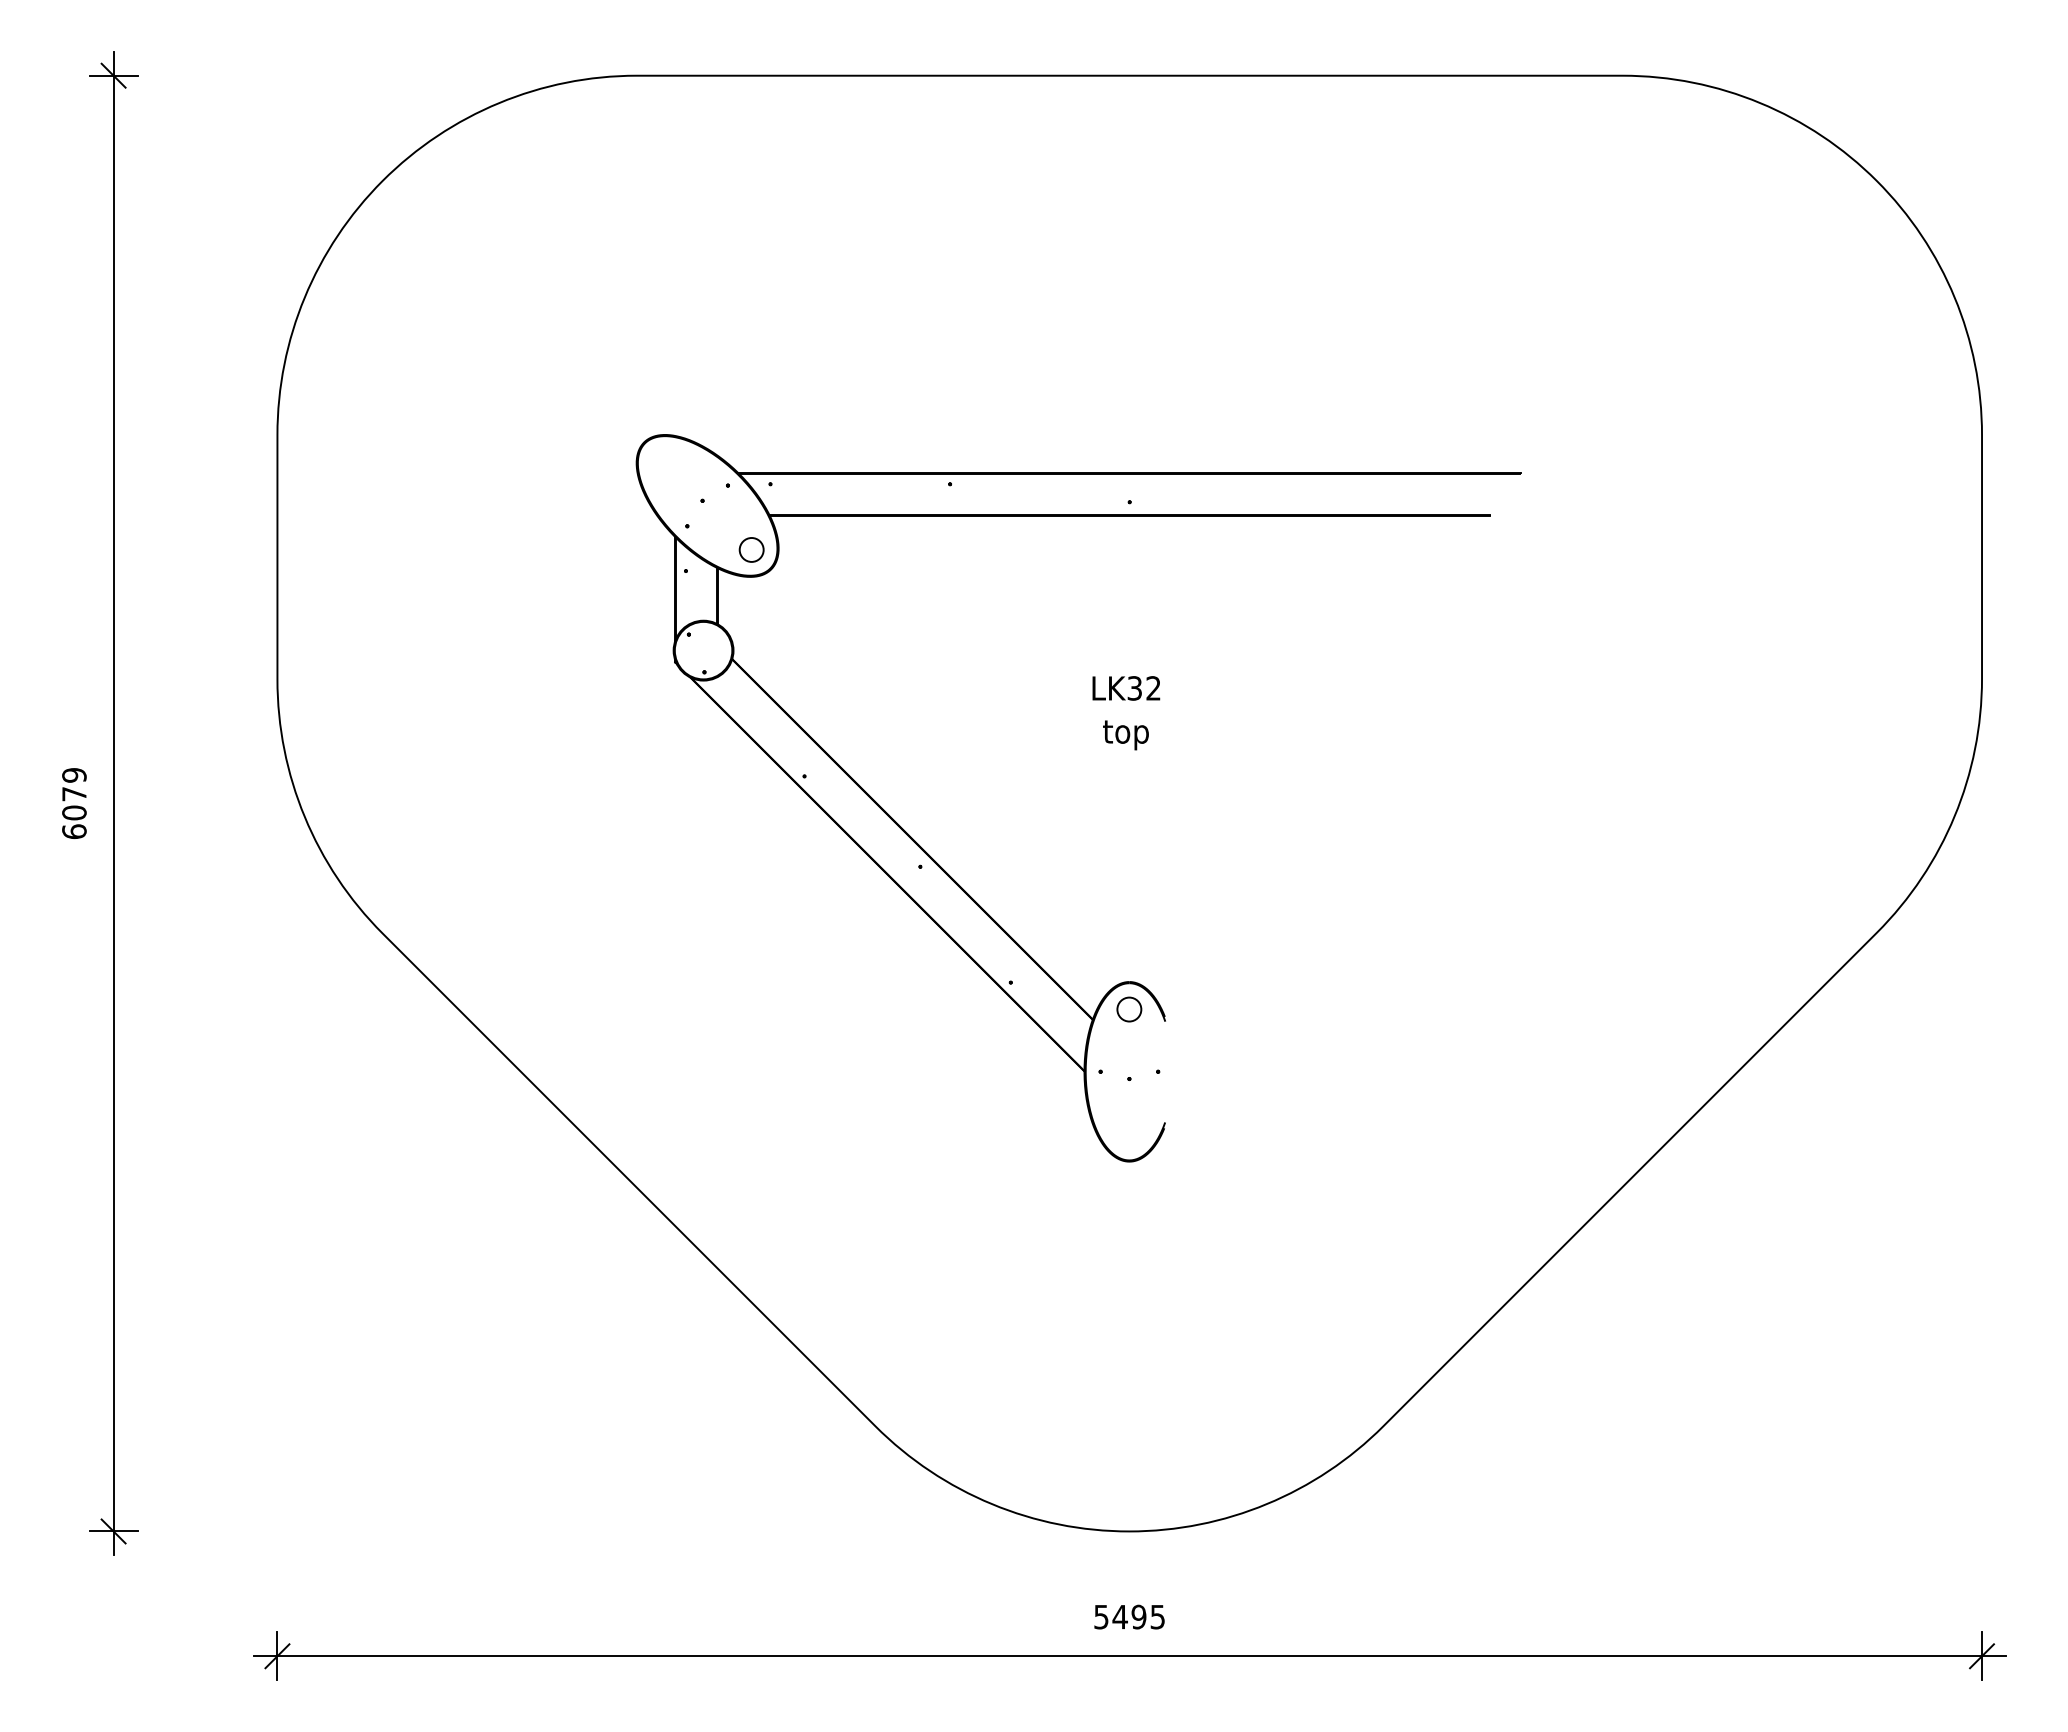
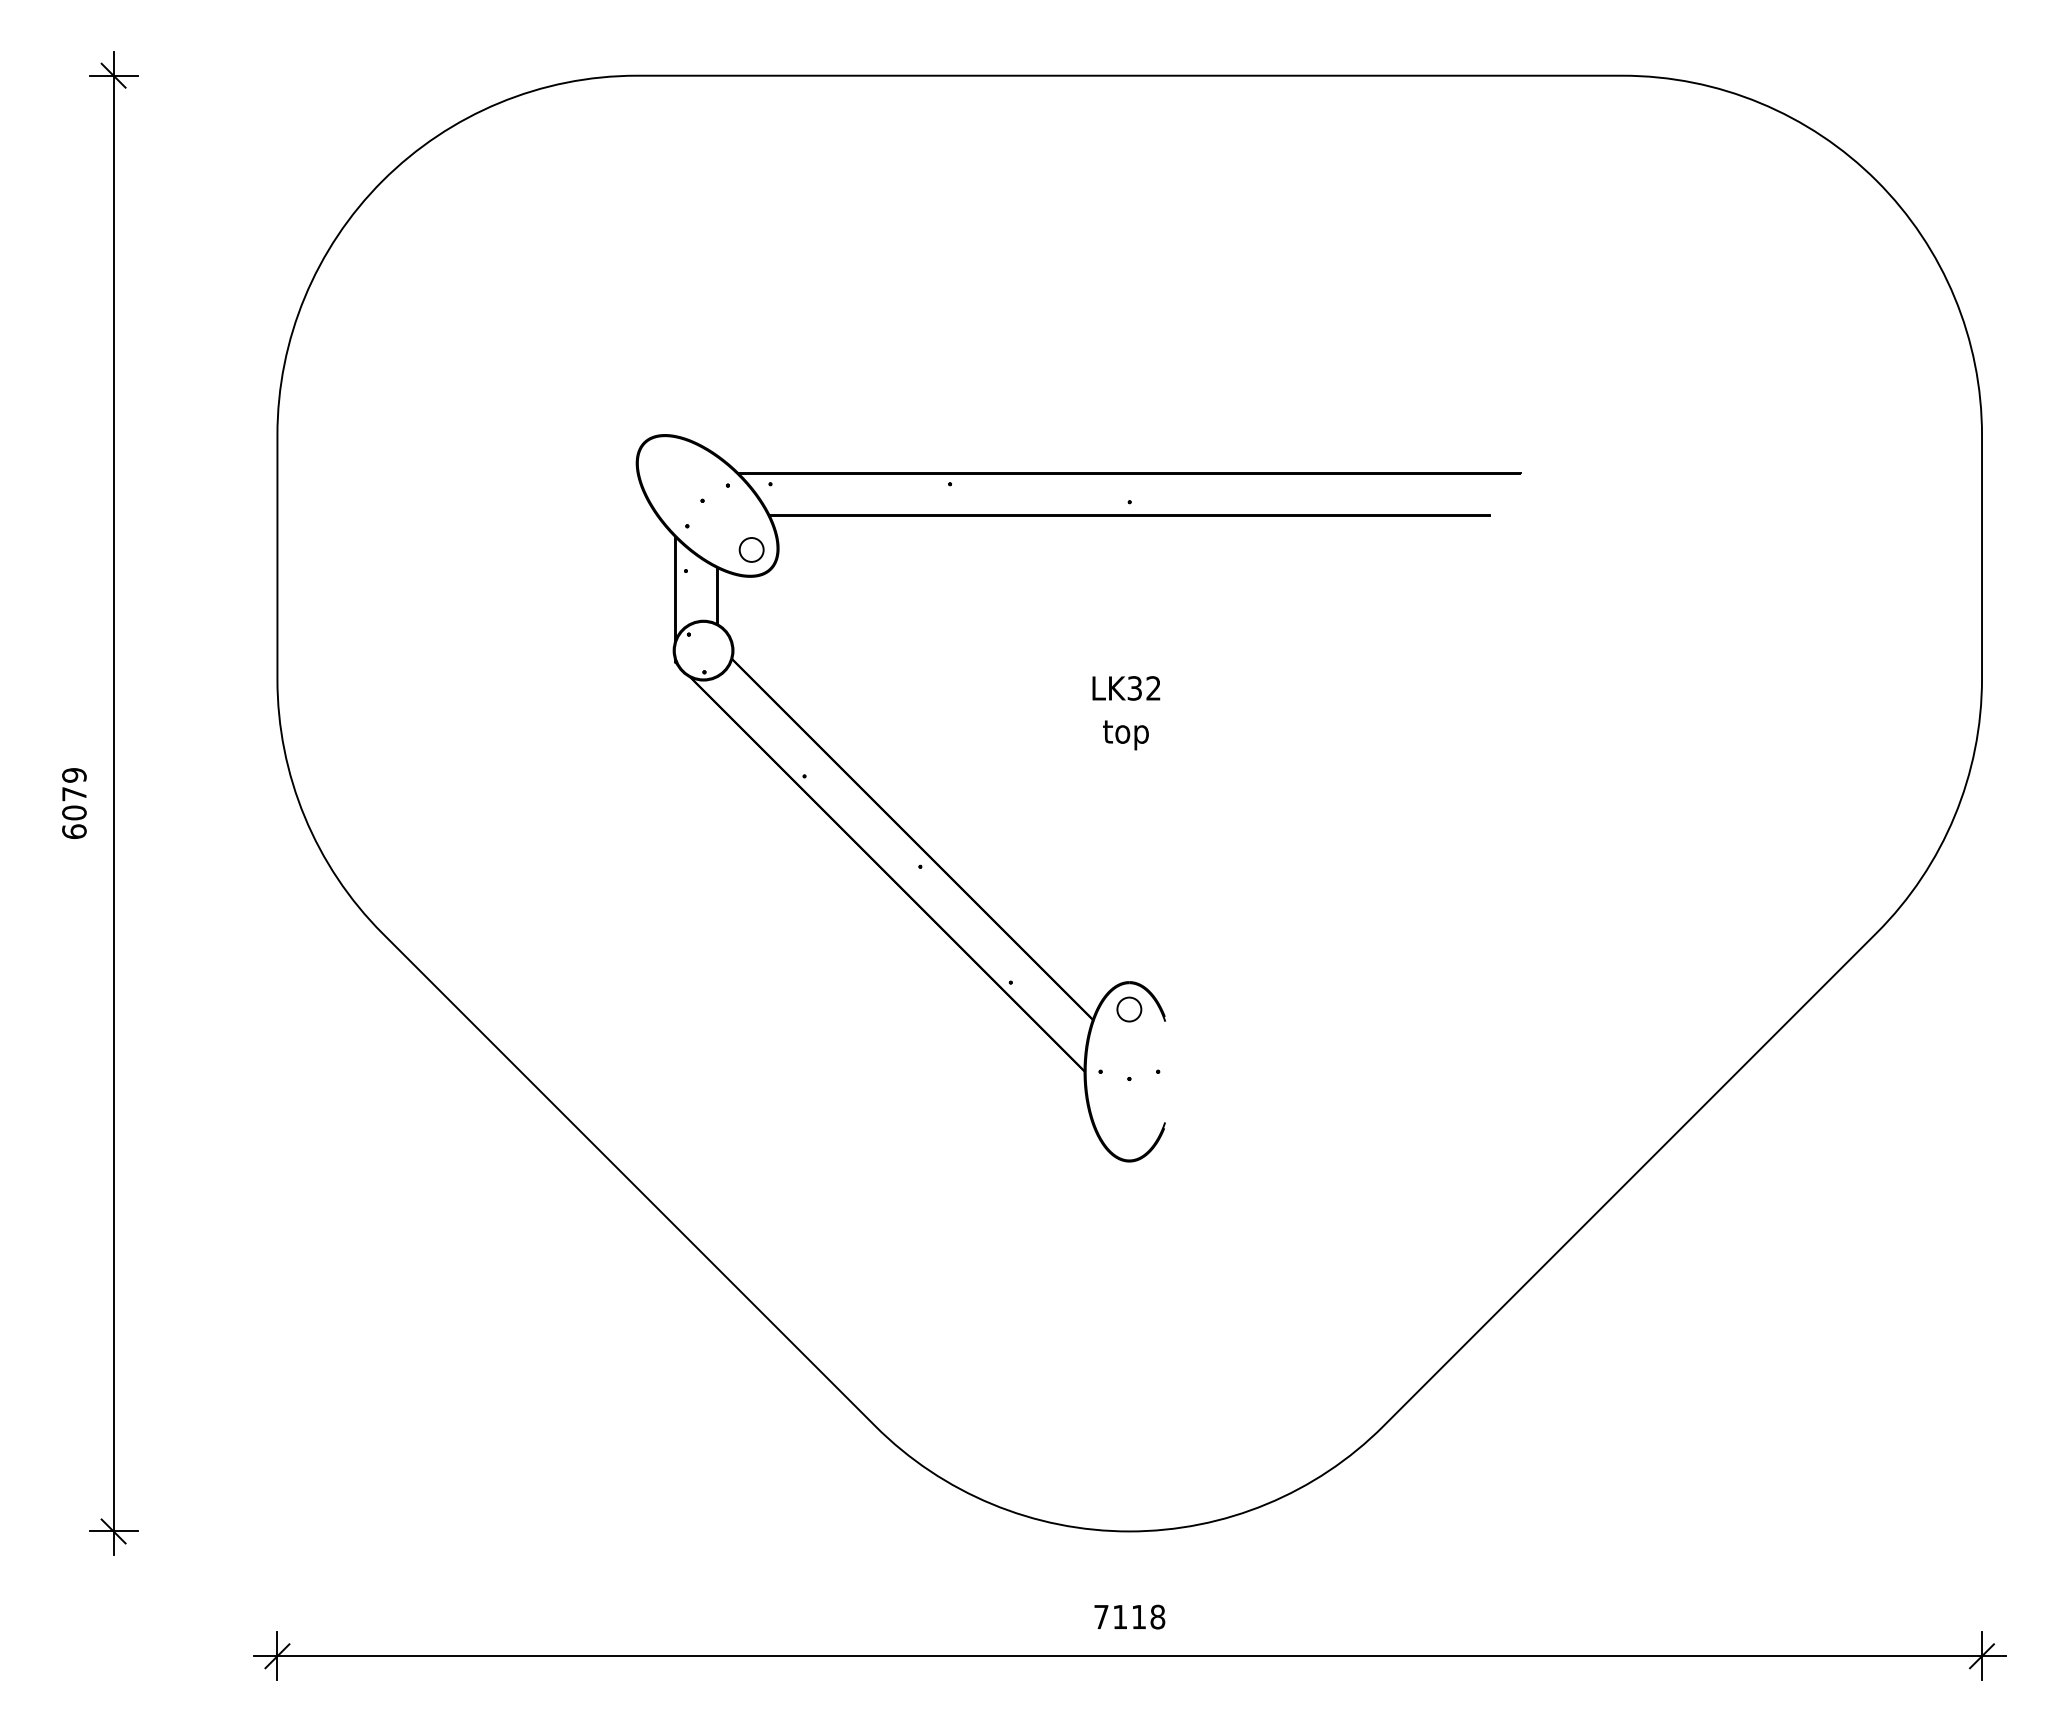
text at (1129, 1616): 5495 -> 7118
